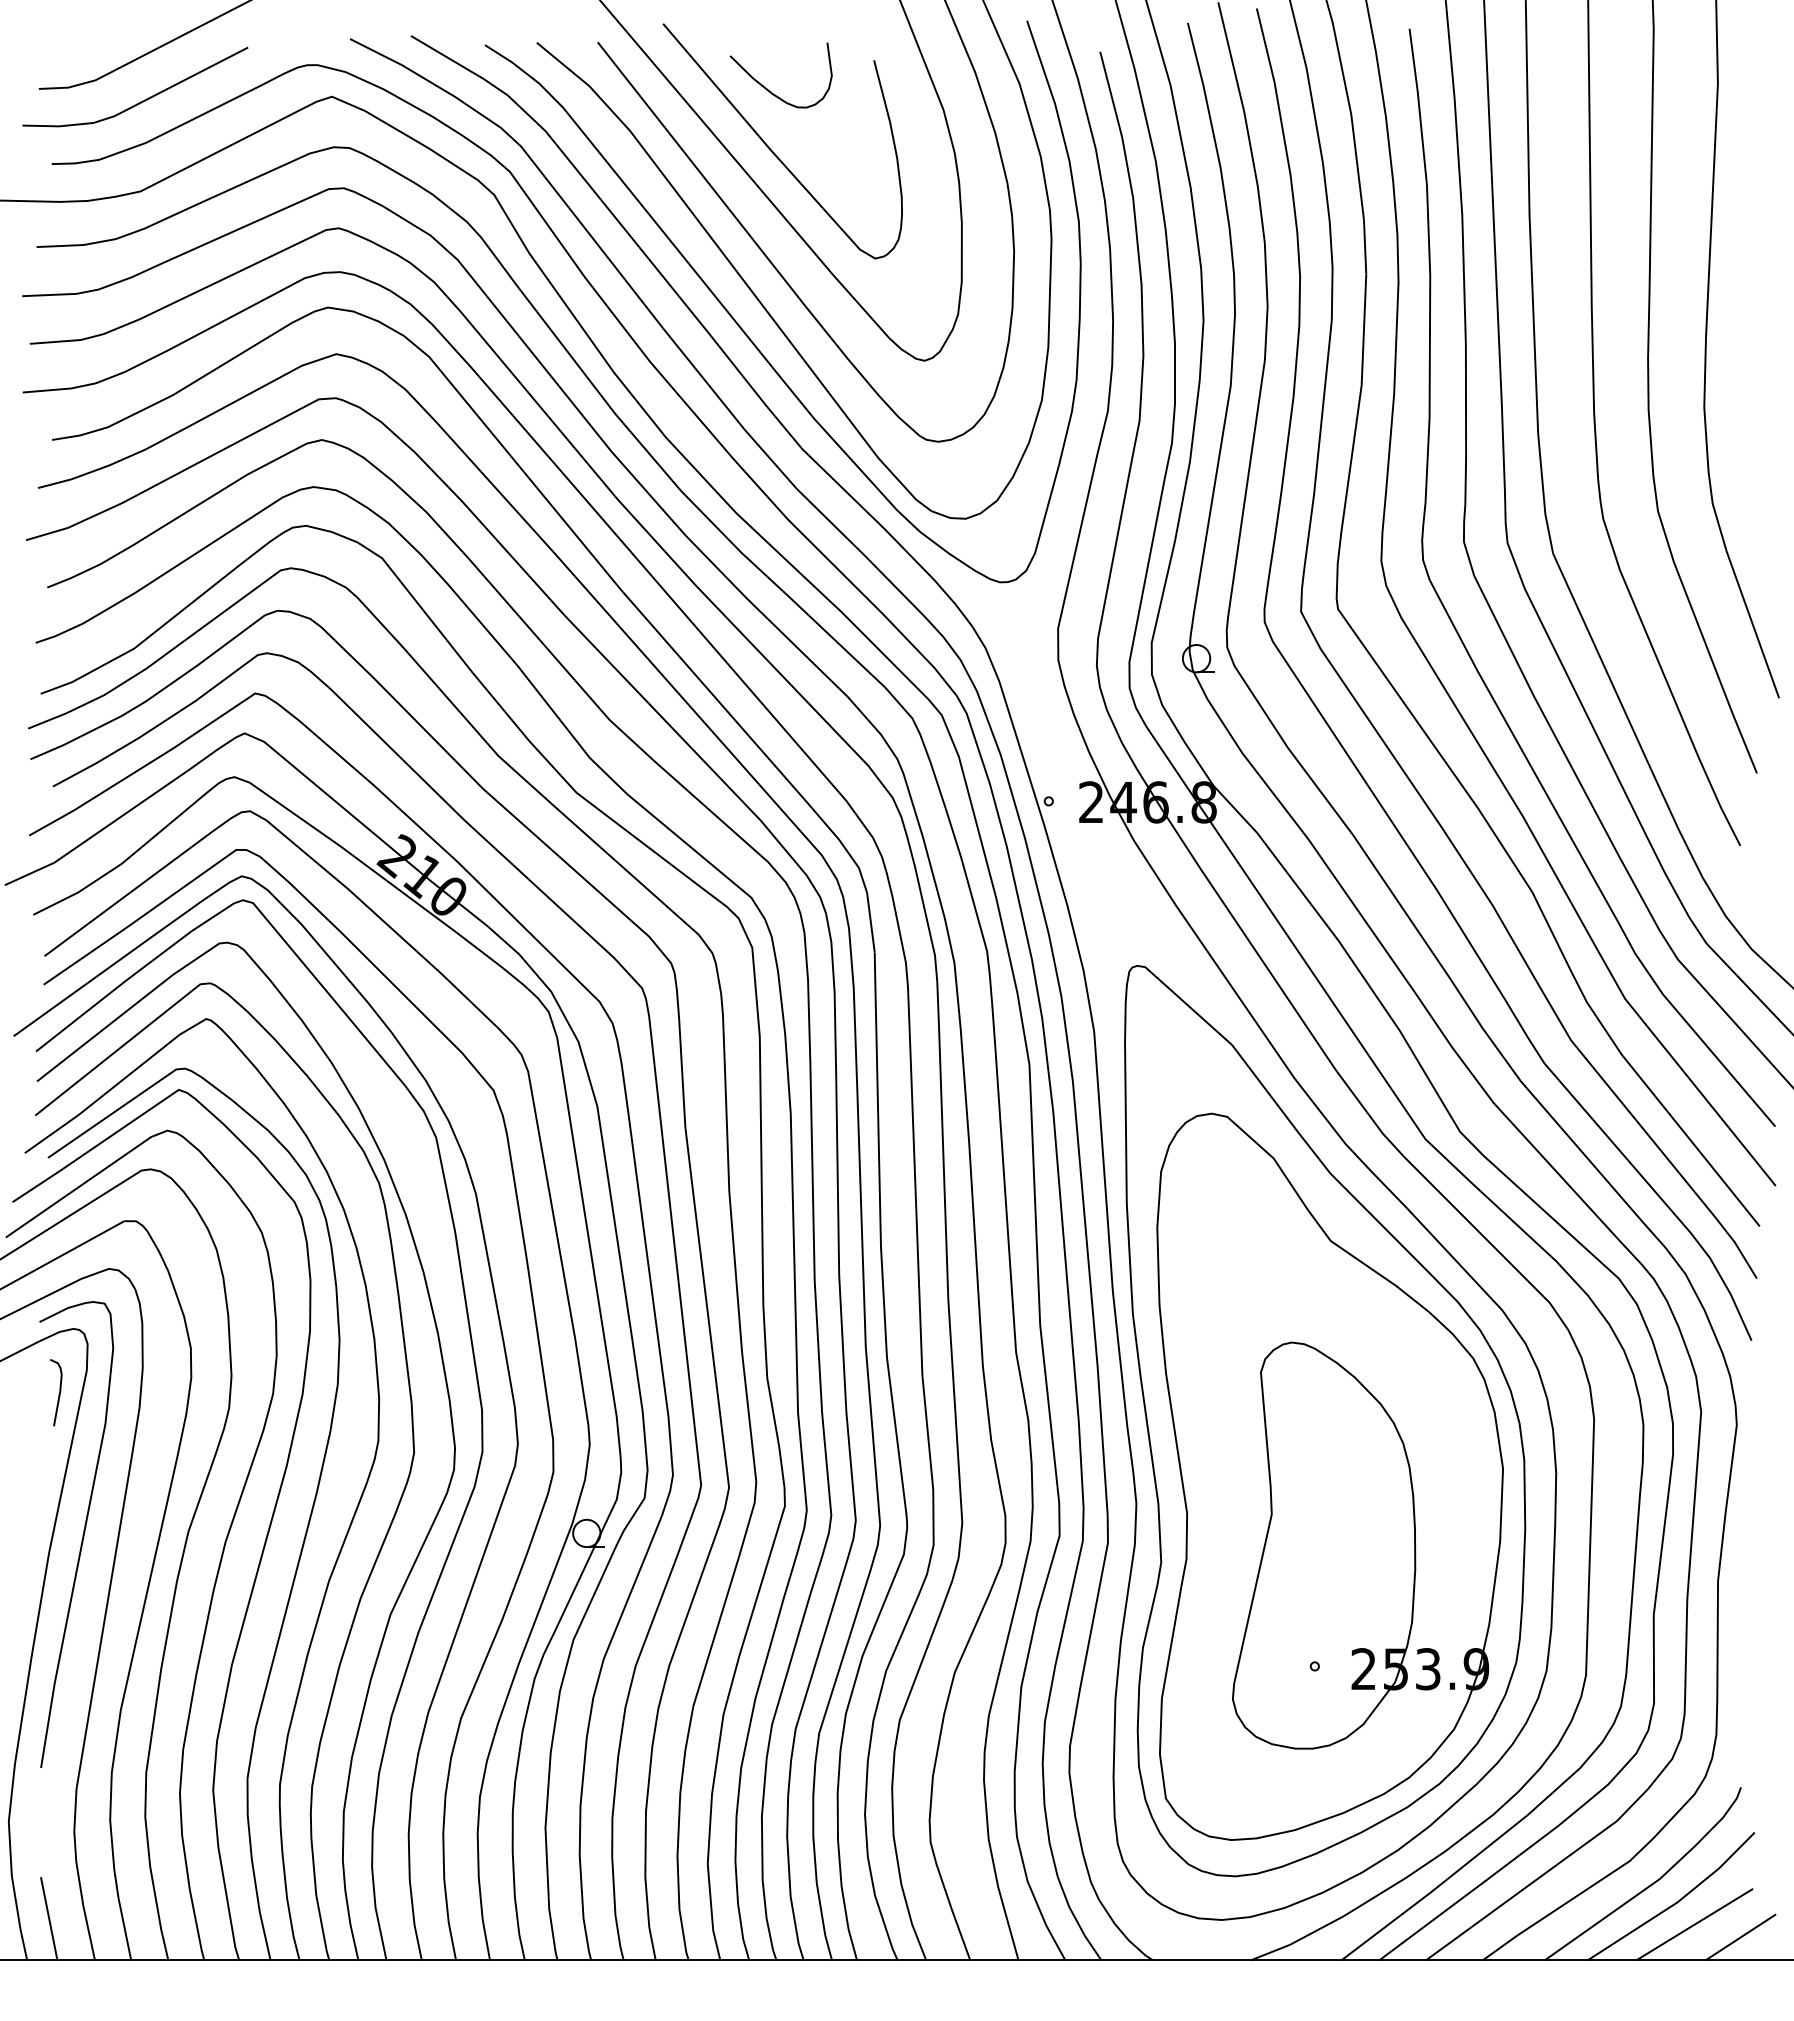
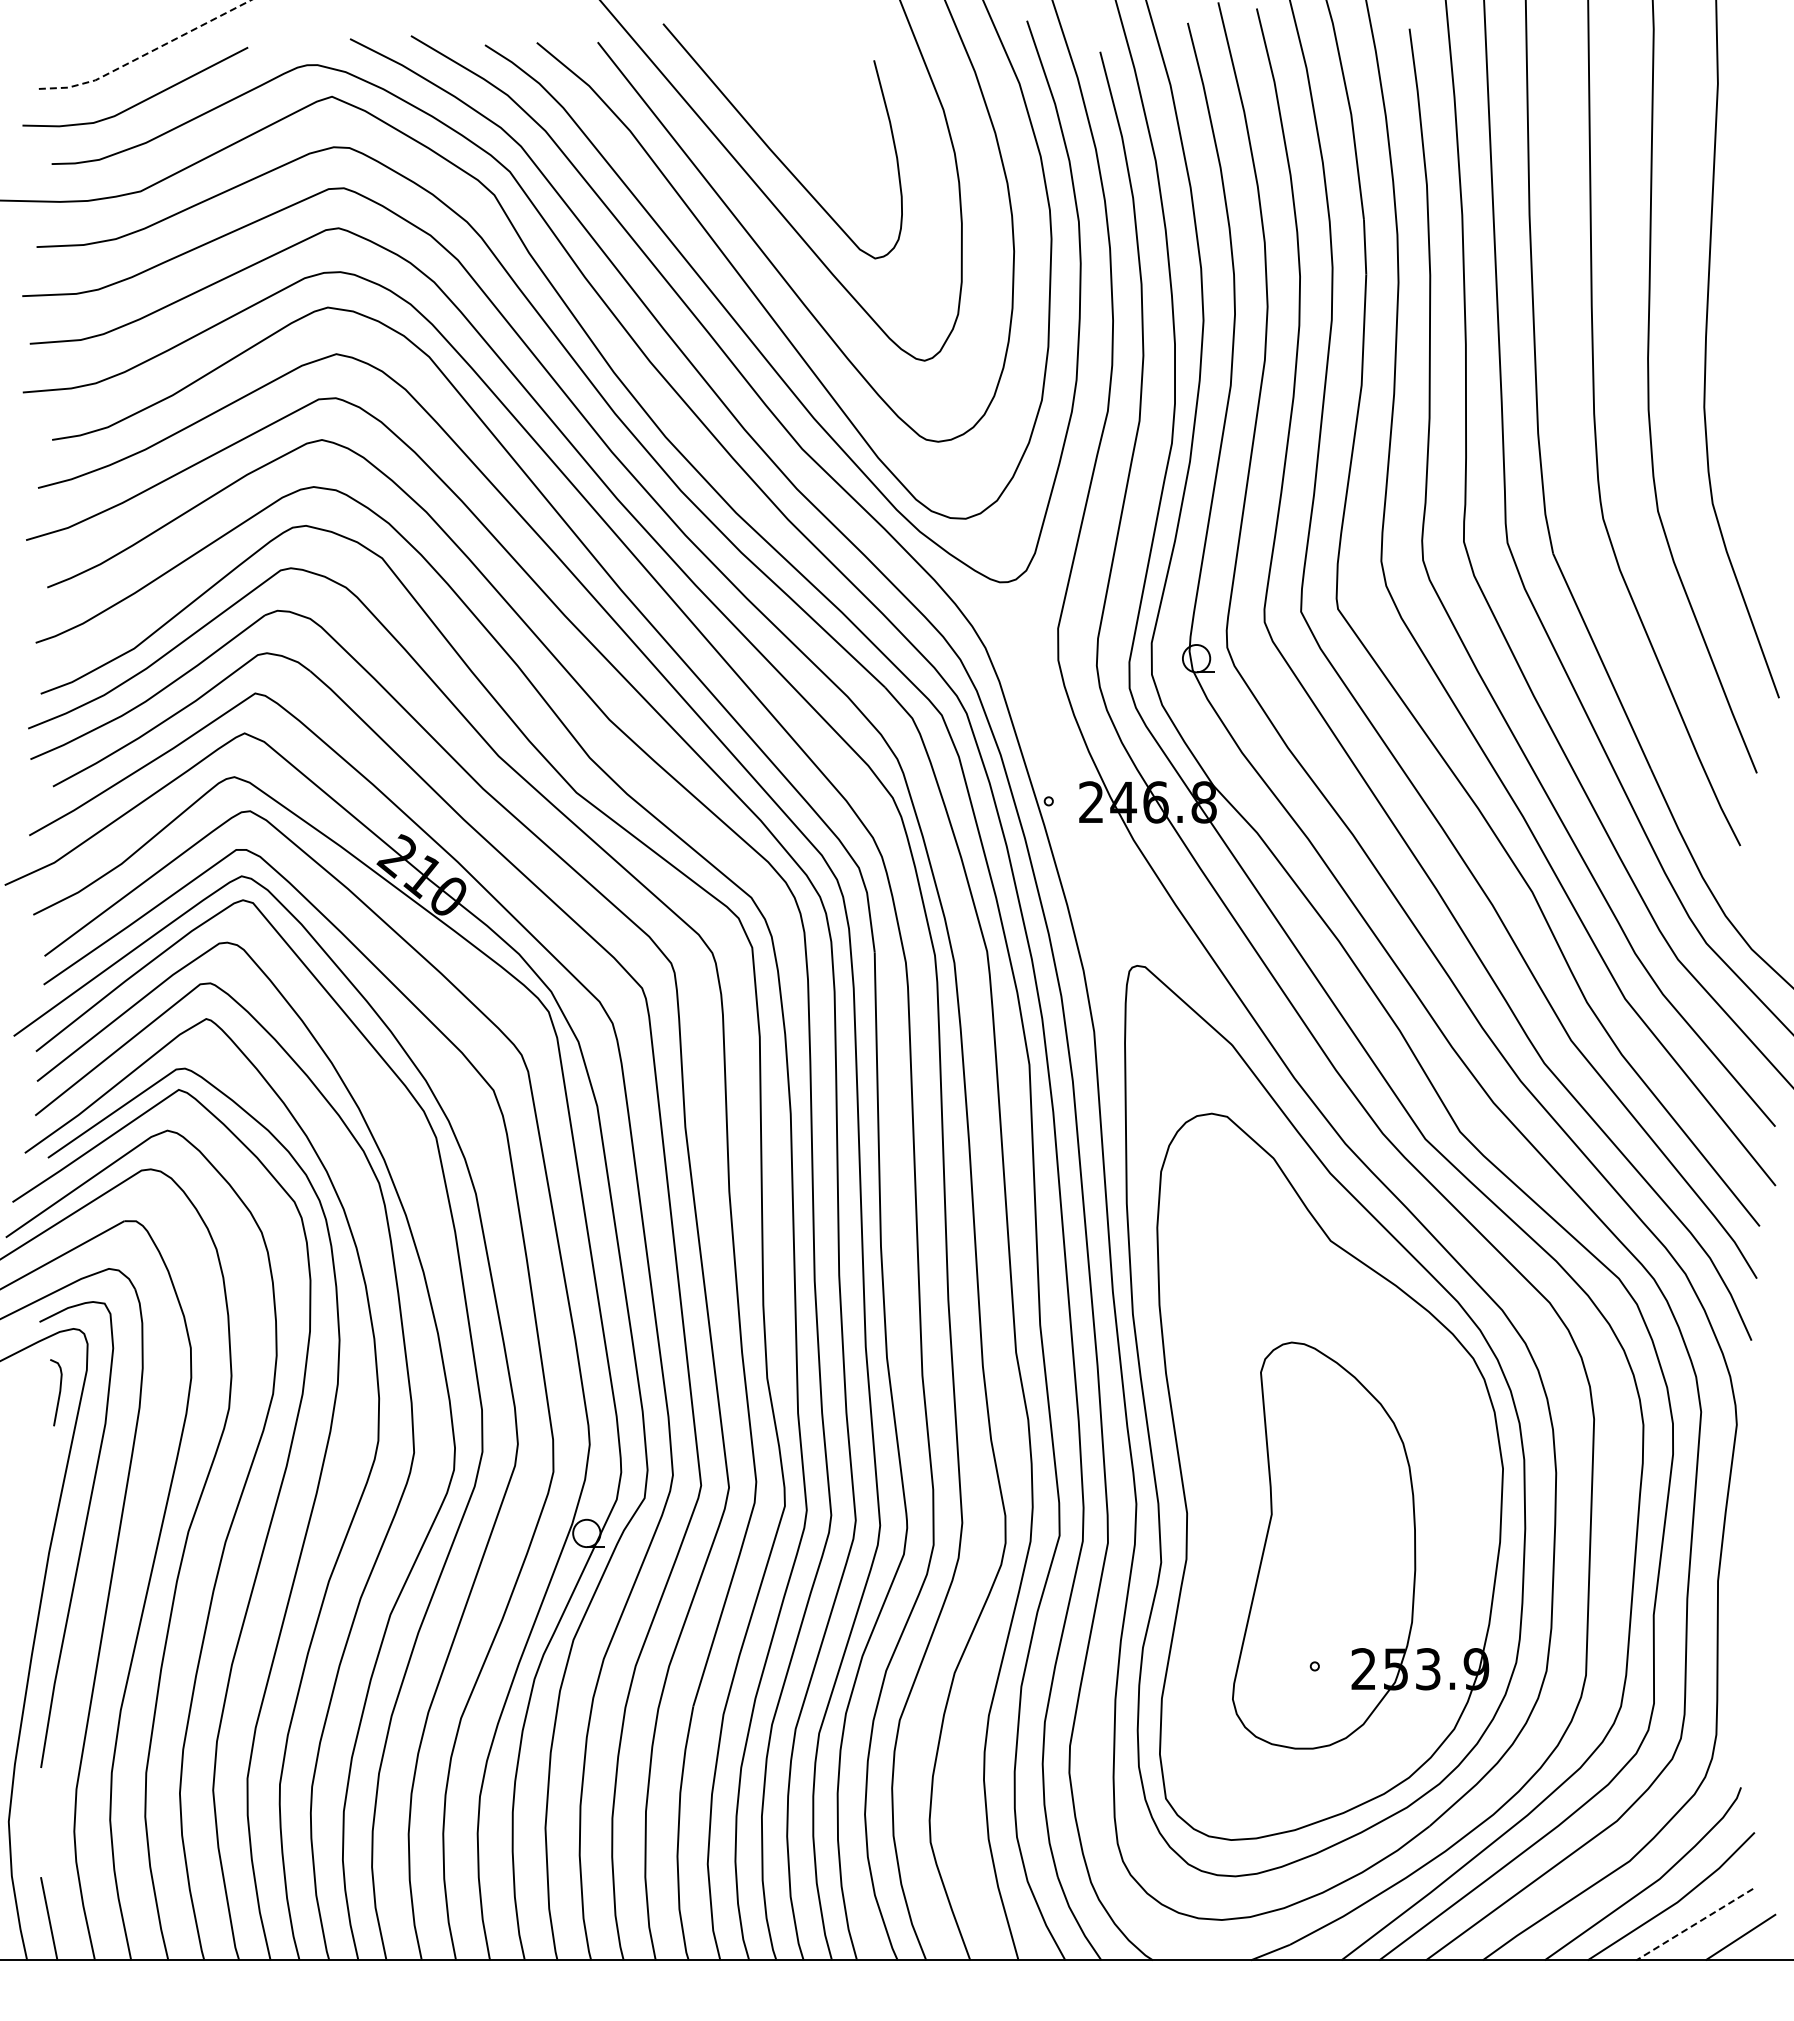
line at (146, 54): solid -> dashed
curve at (771, 91): present -> none
line at (1694, 1925): solid -> dashed
